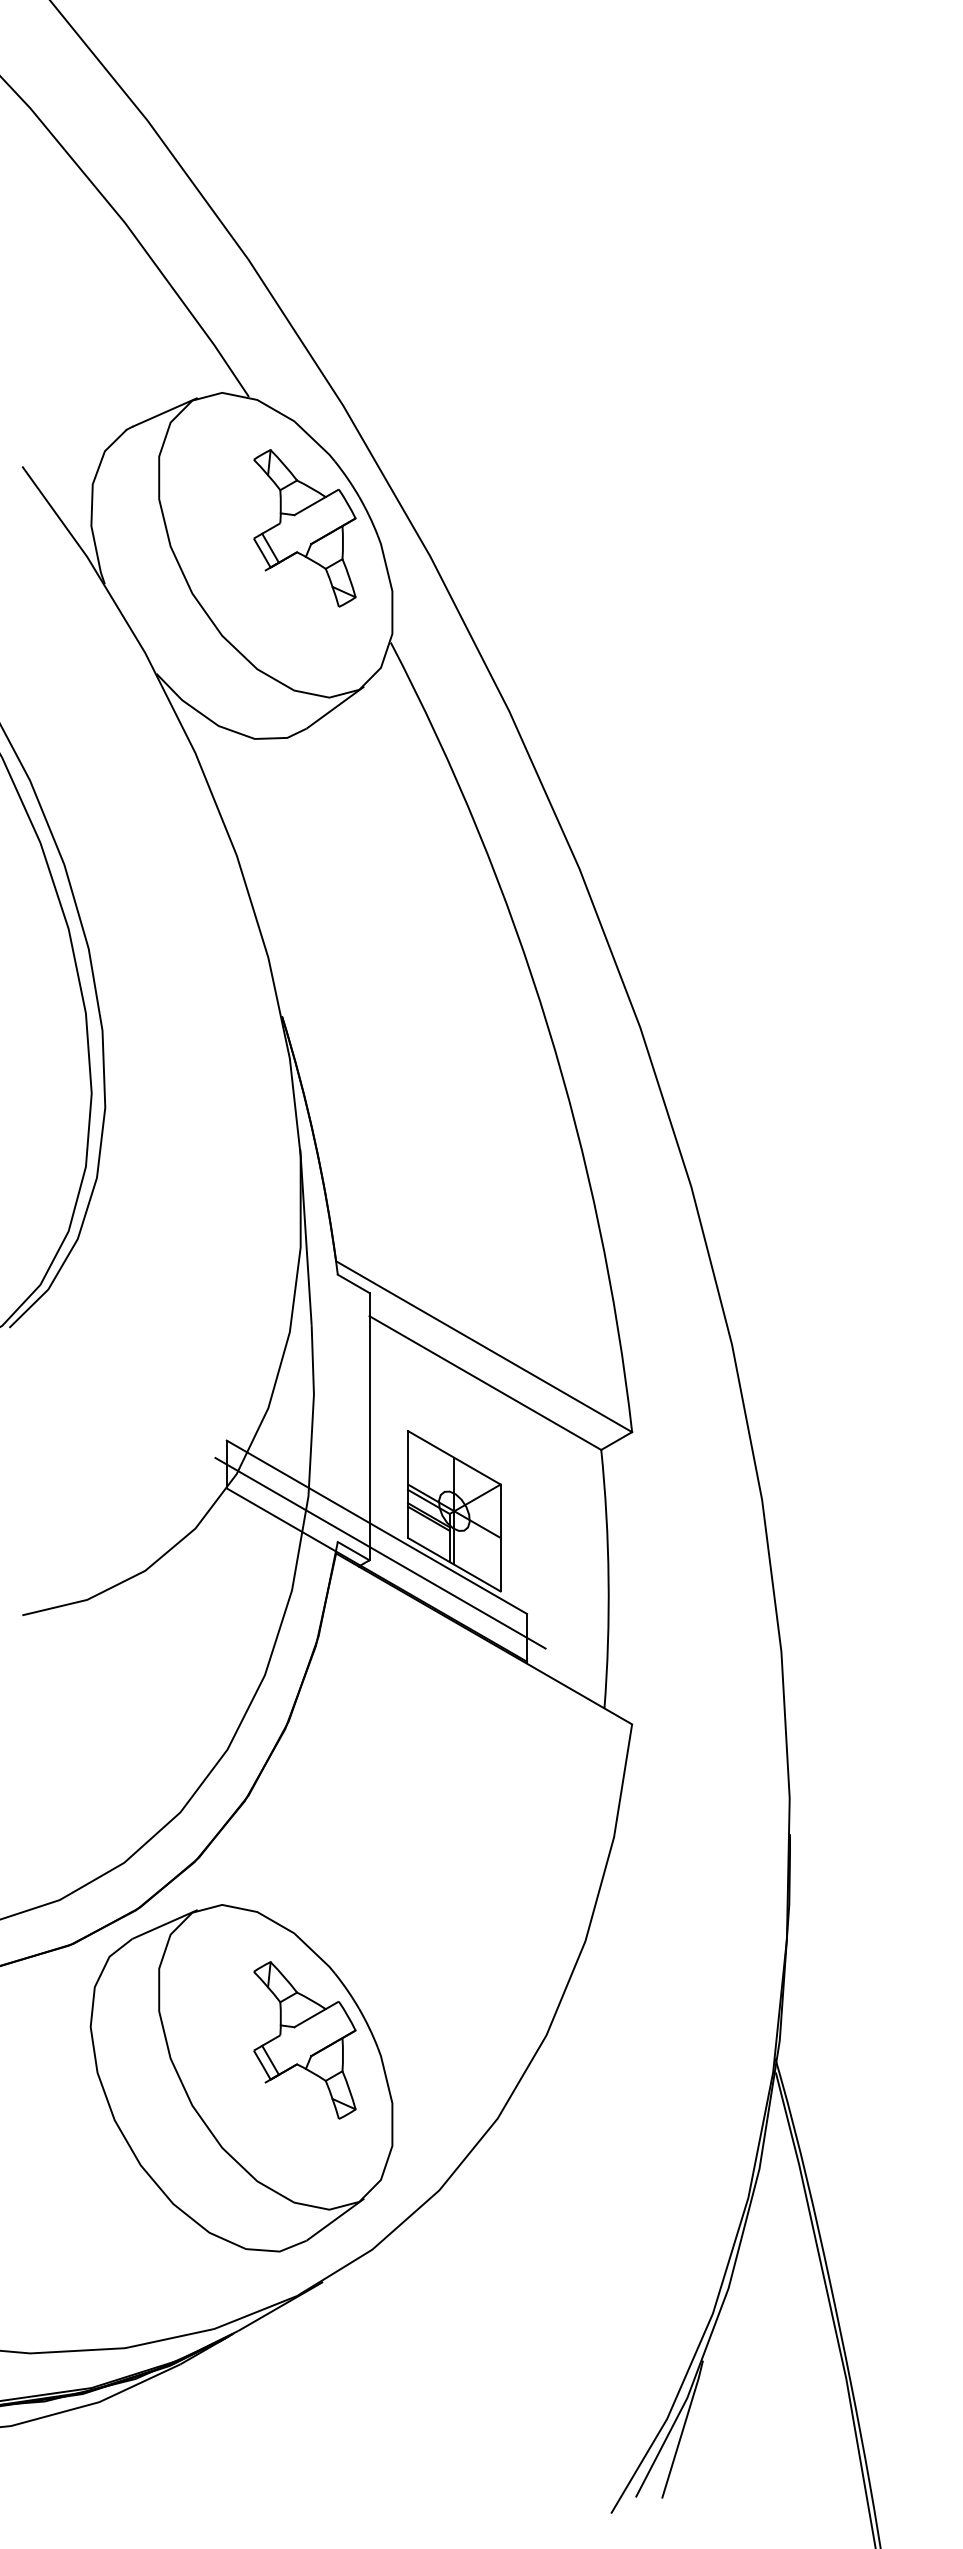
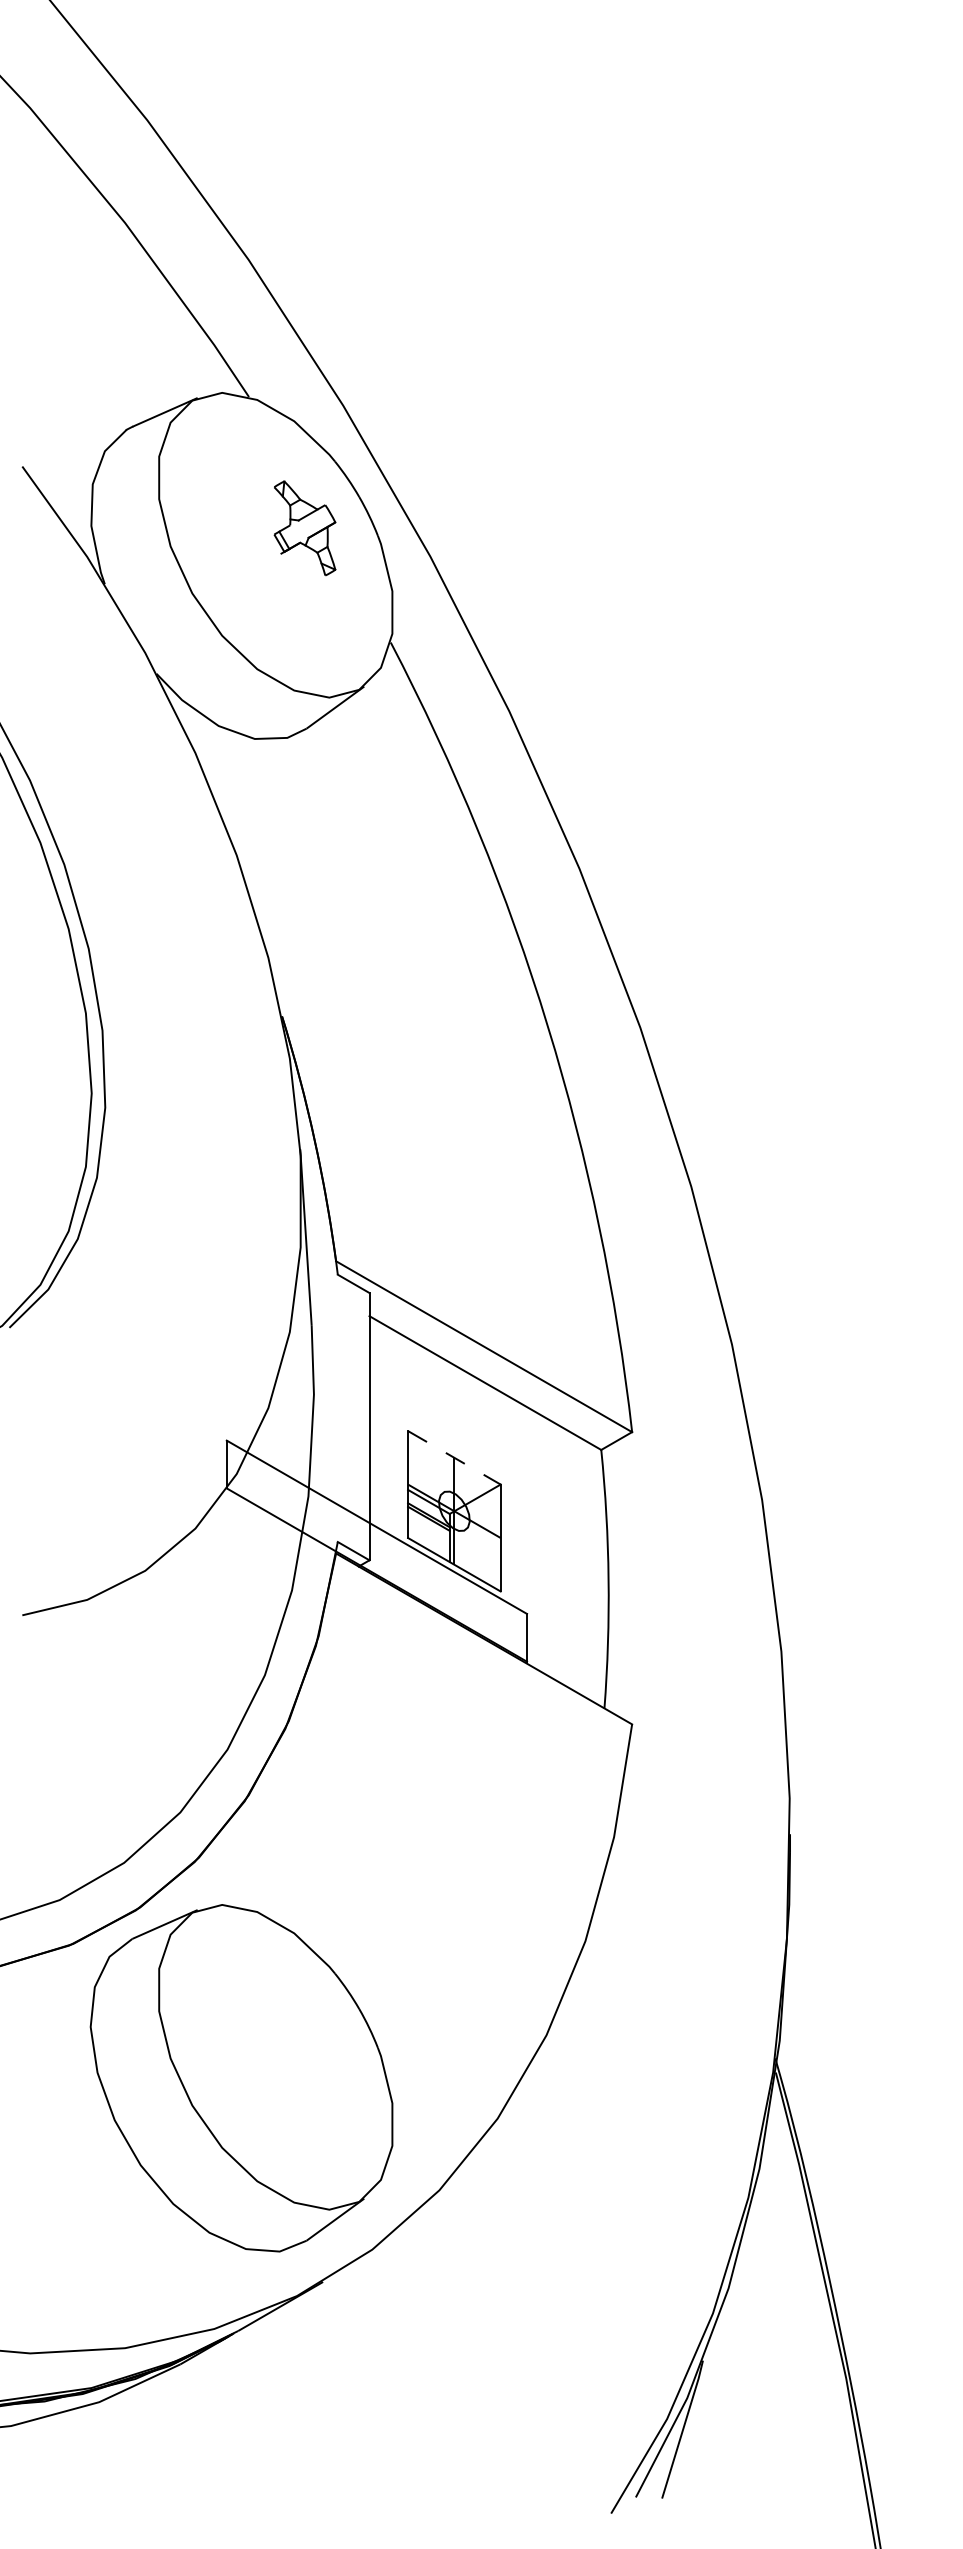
part at (304, 528) size: 104x159 px -> 64x97 px
line at (454, 1458): solid -> dashed
line at (380, 1553): present -> none
part at (304, 2040): present -> none
